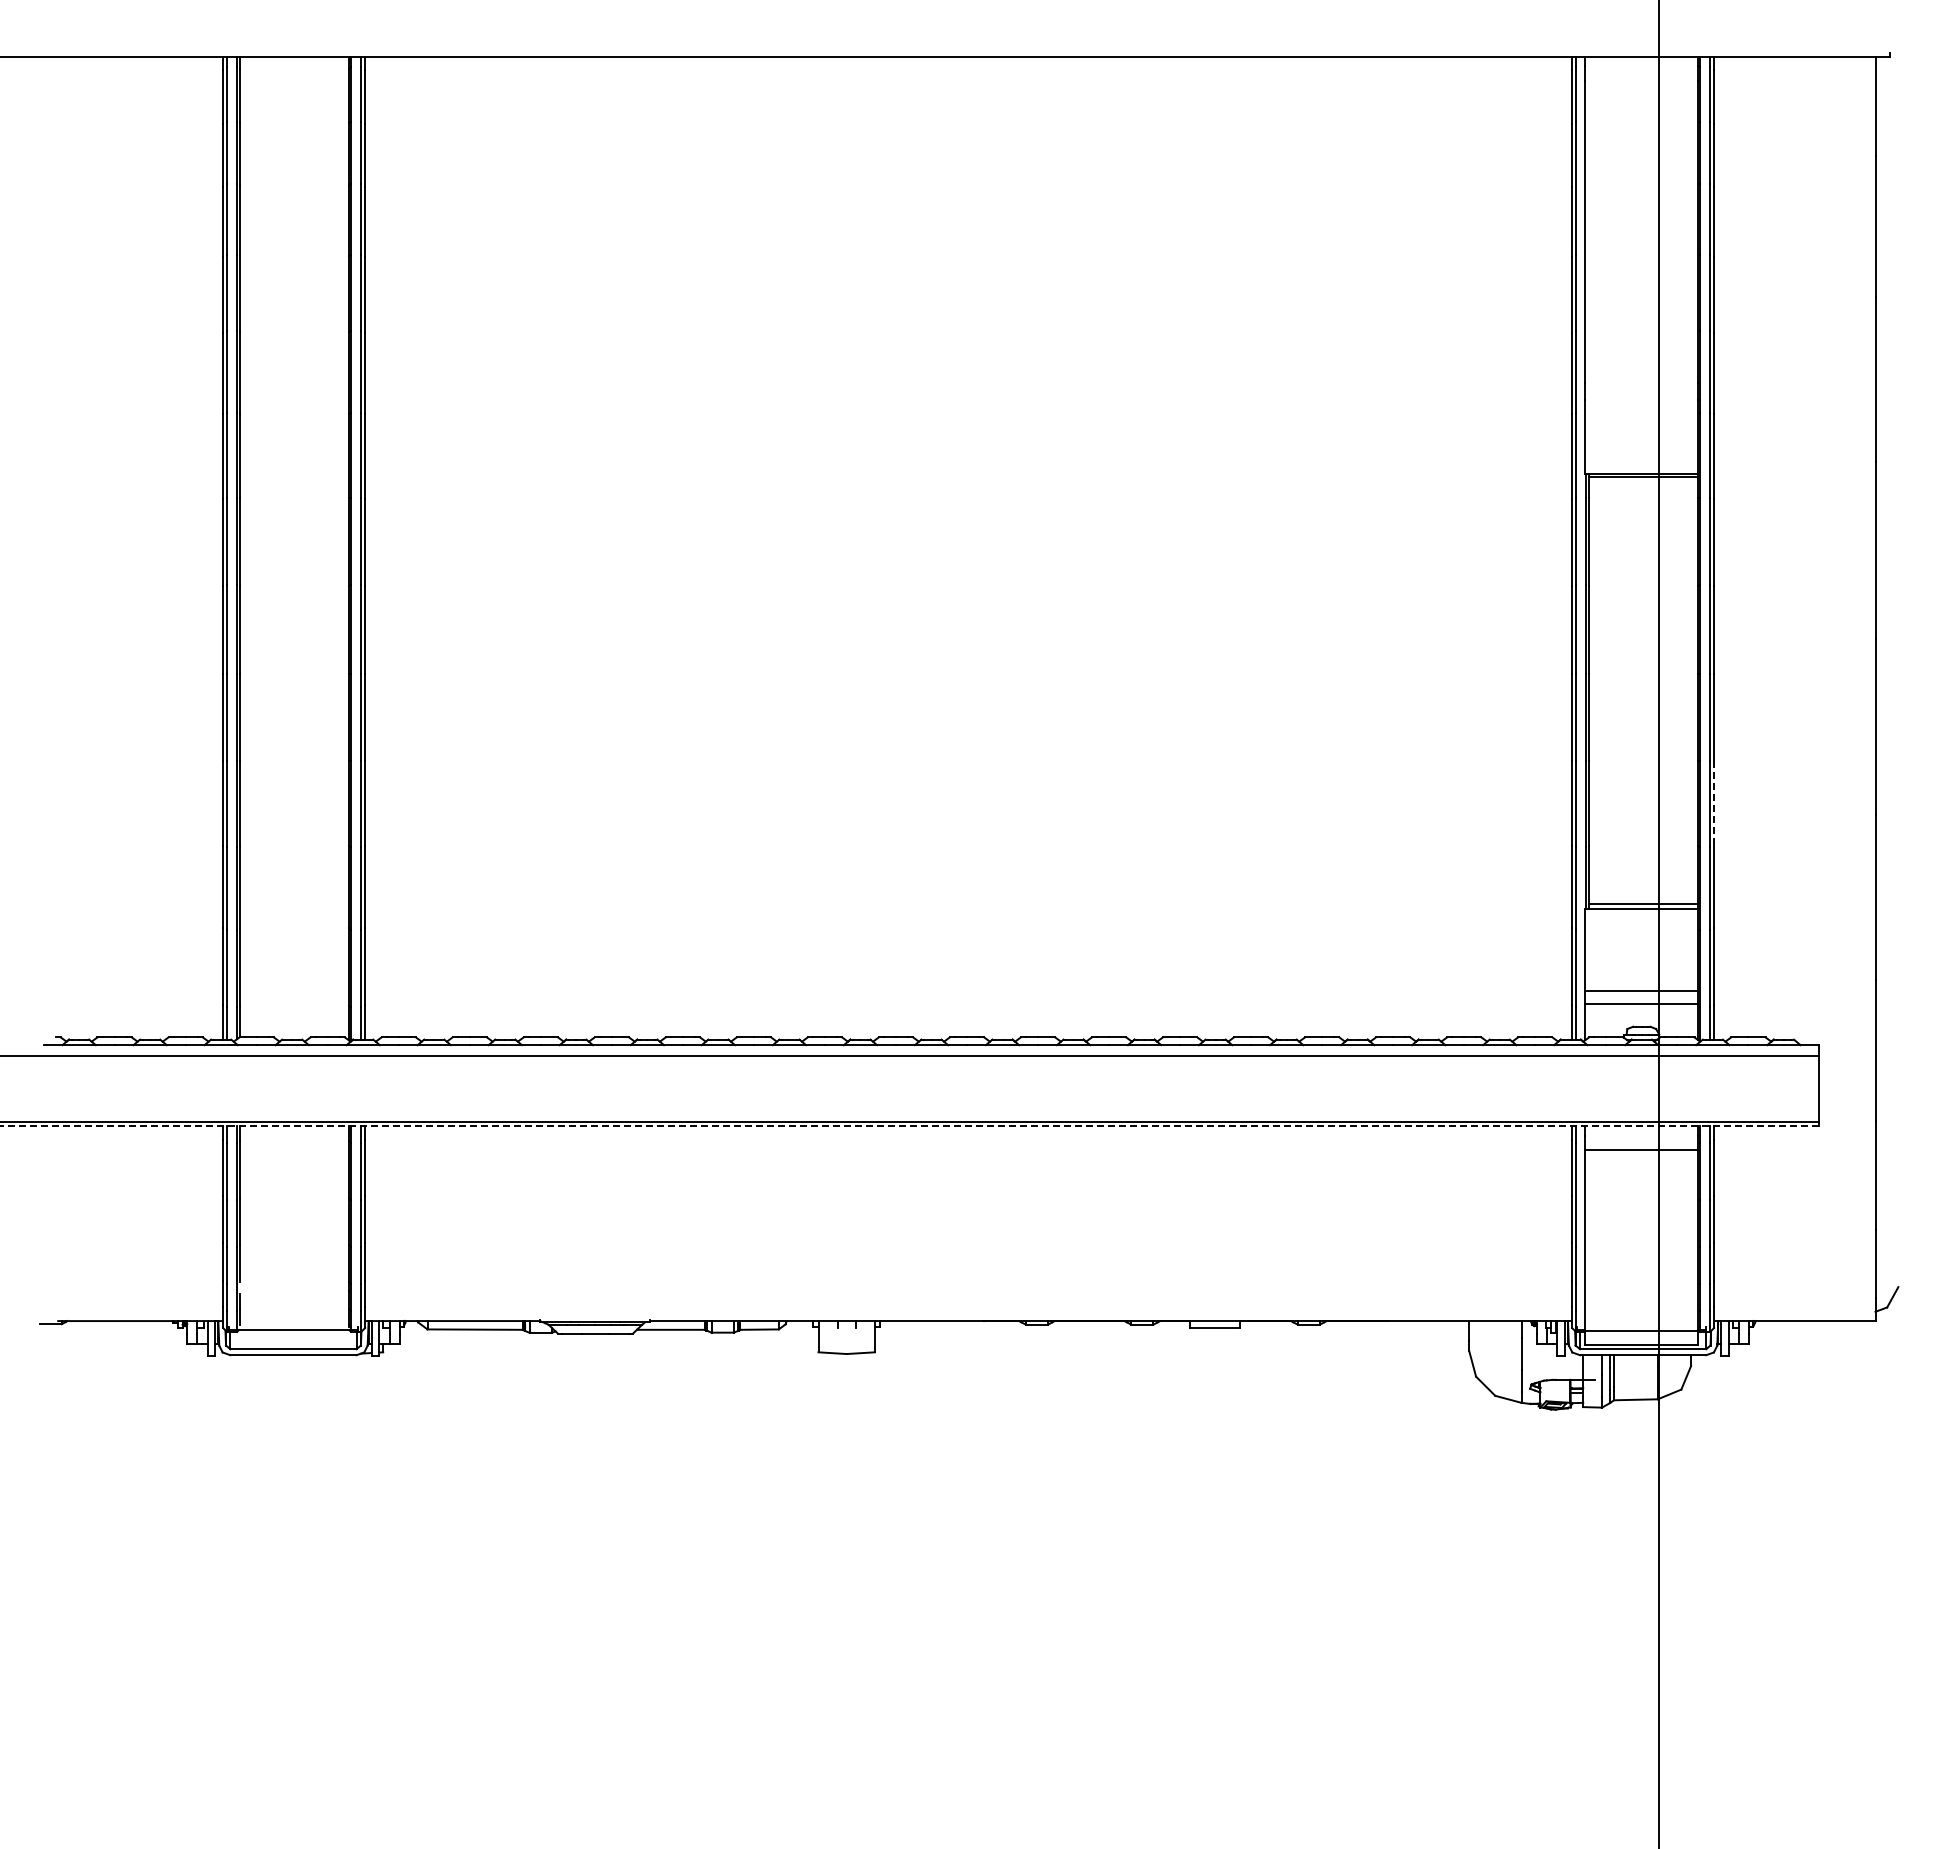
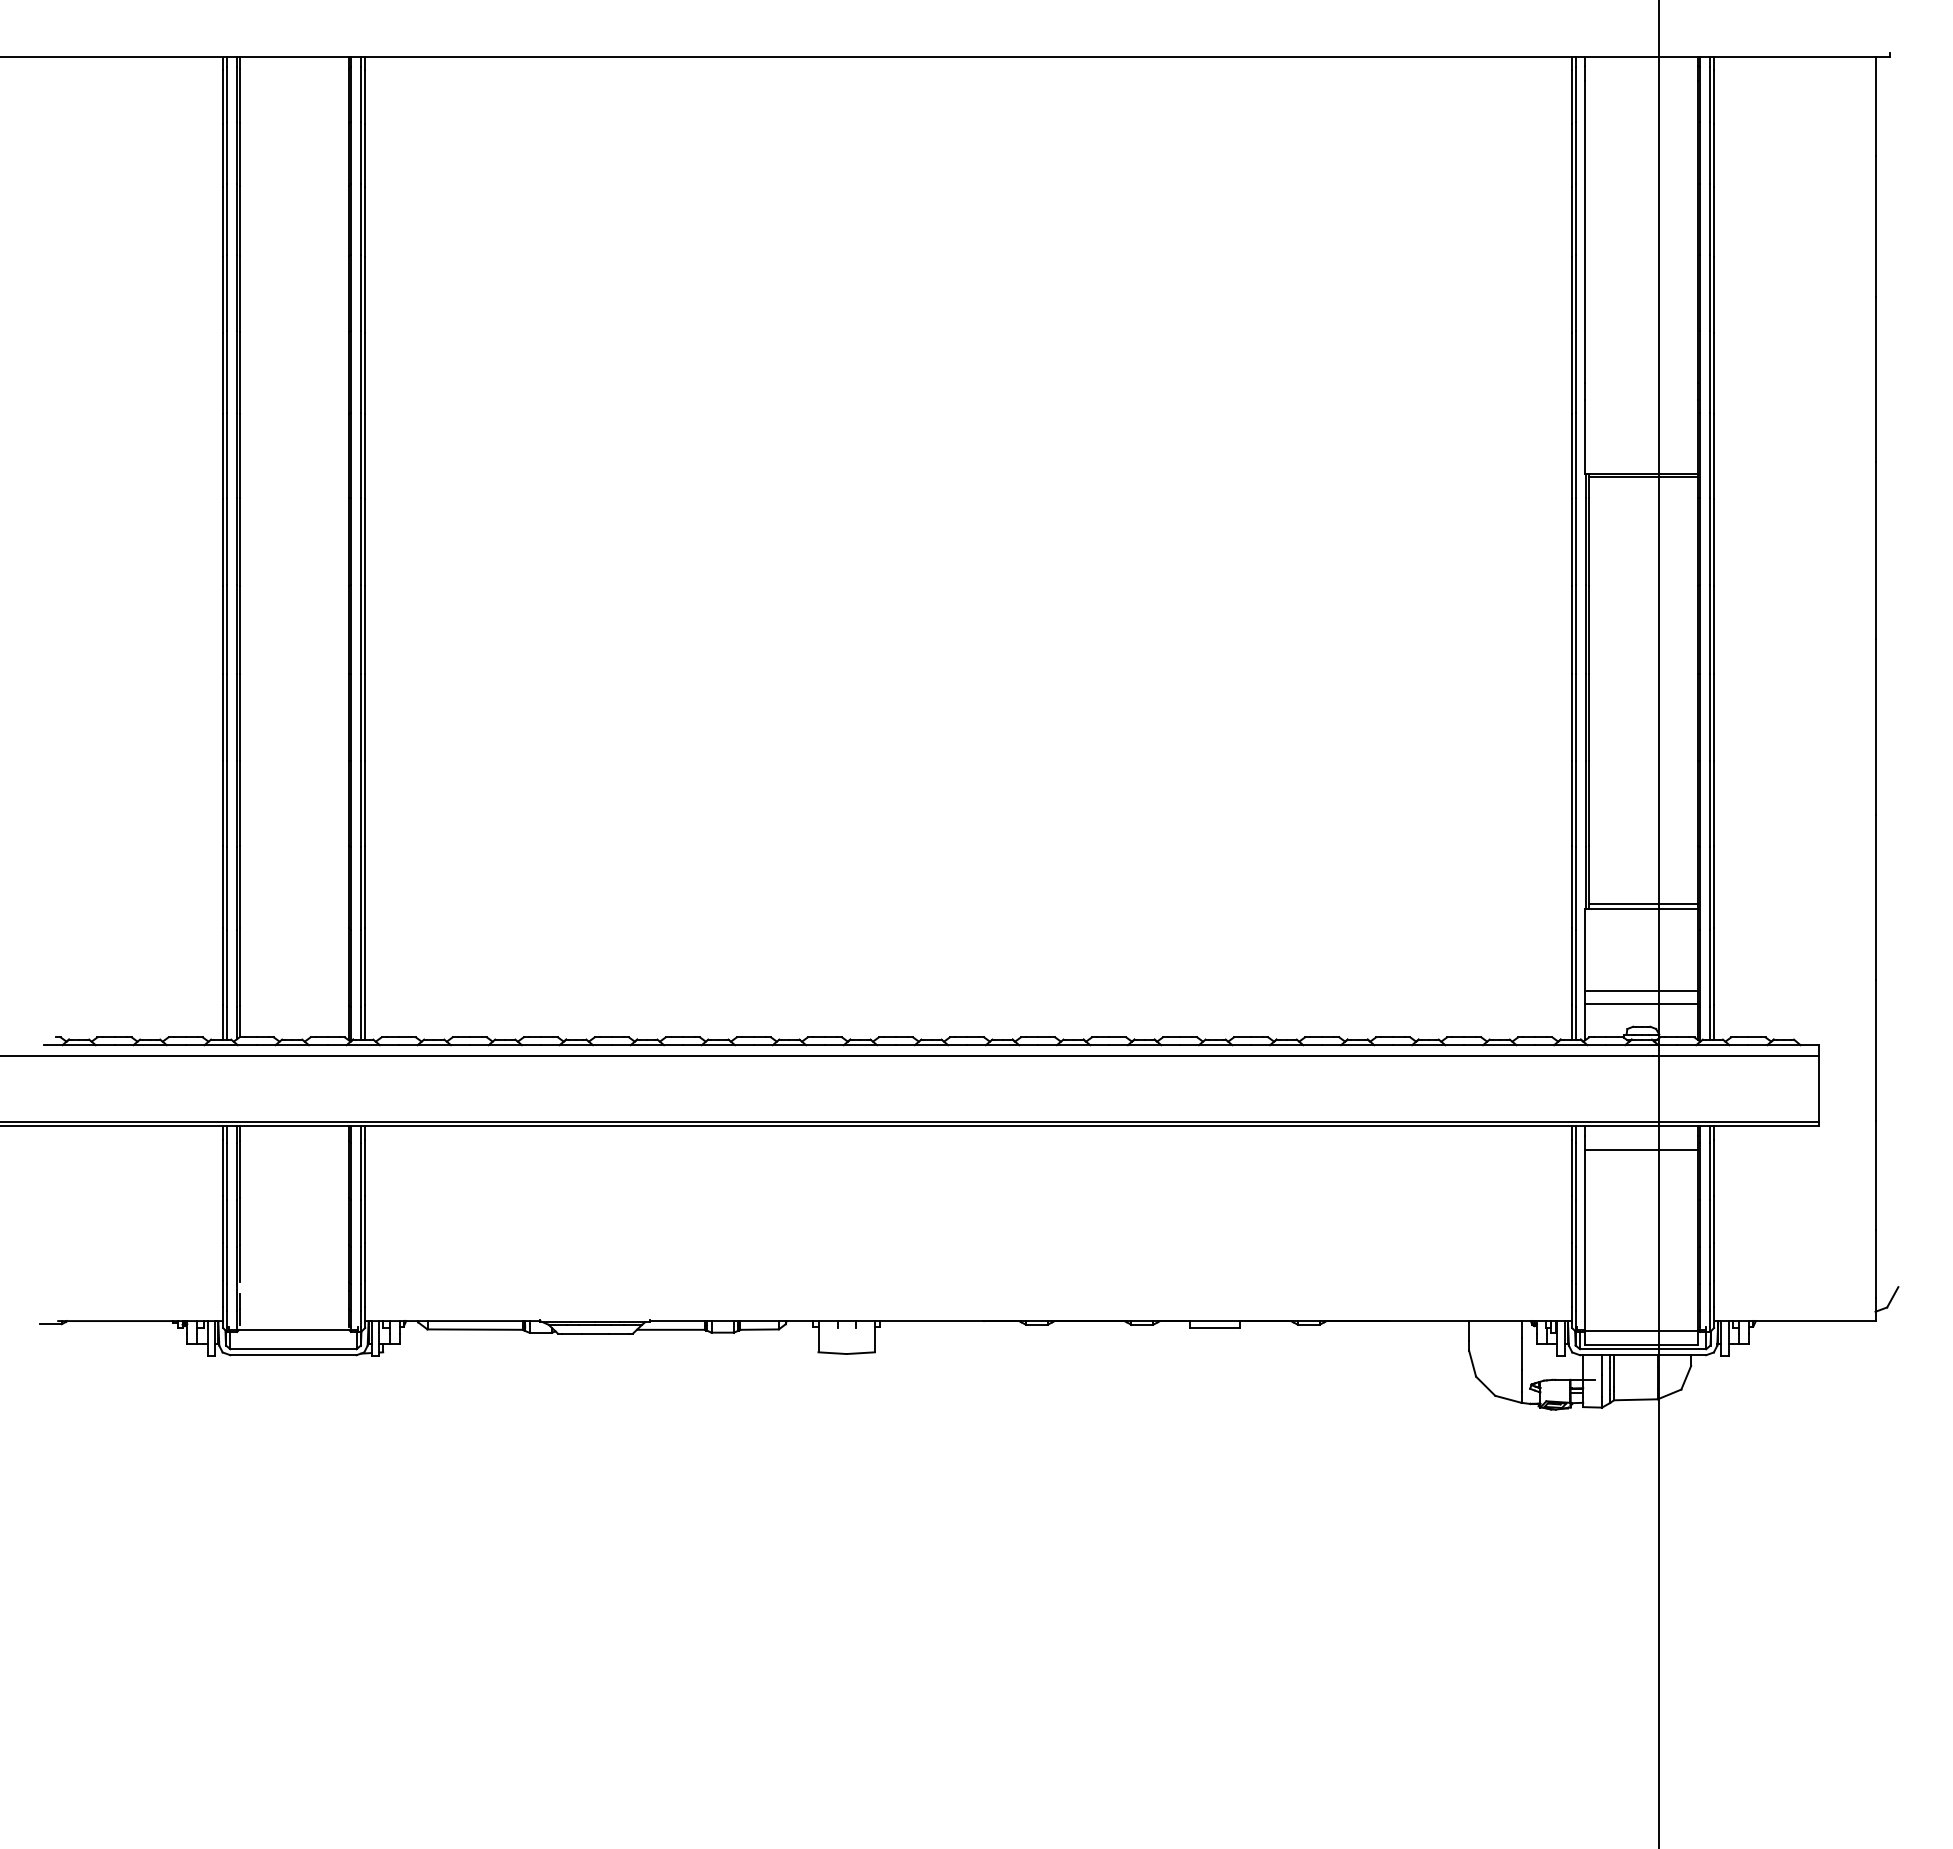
line at (1714, 803): dashed -> solid
line at (909, 1126): dashed -> solid
